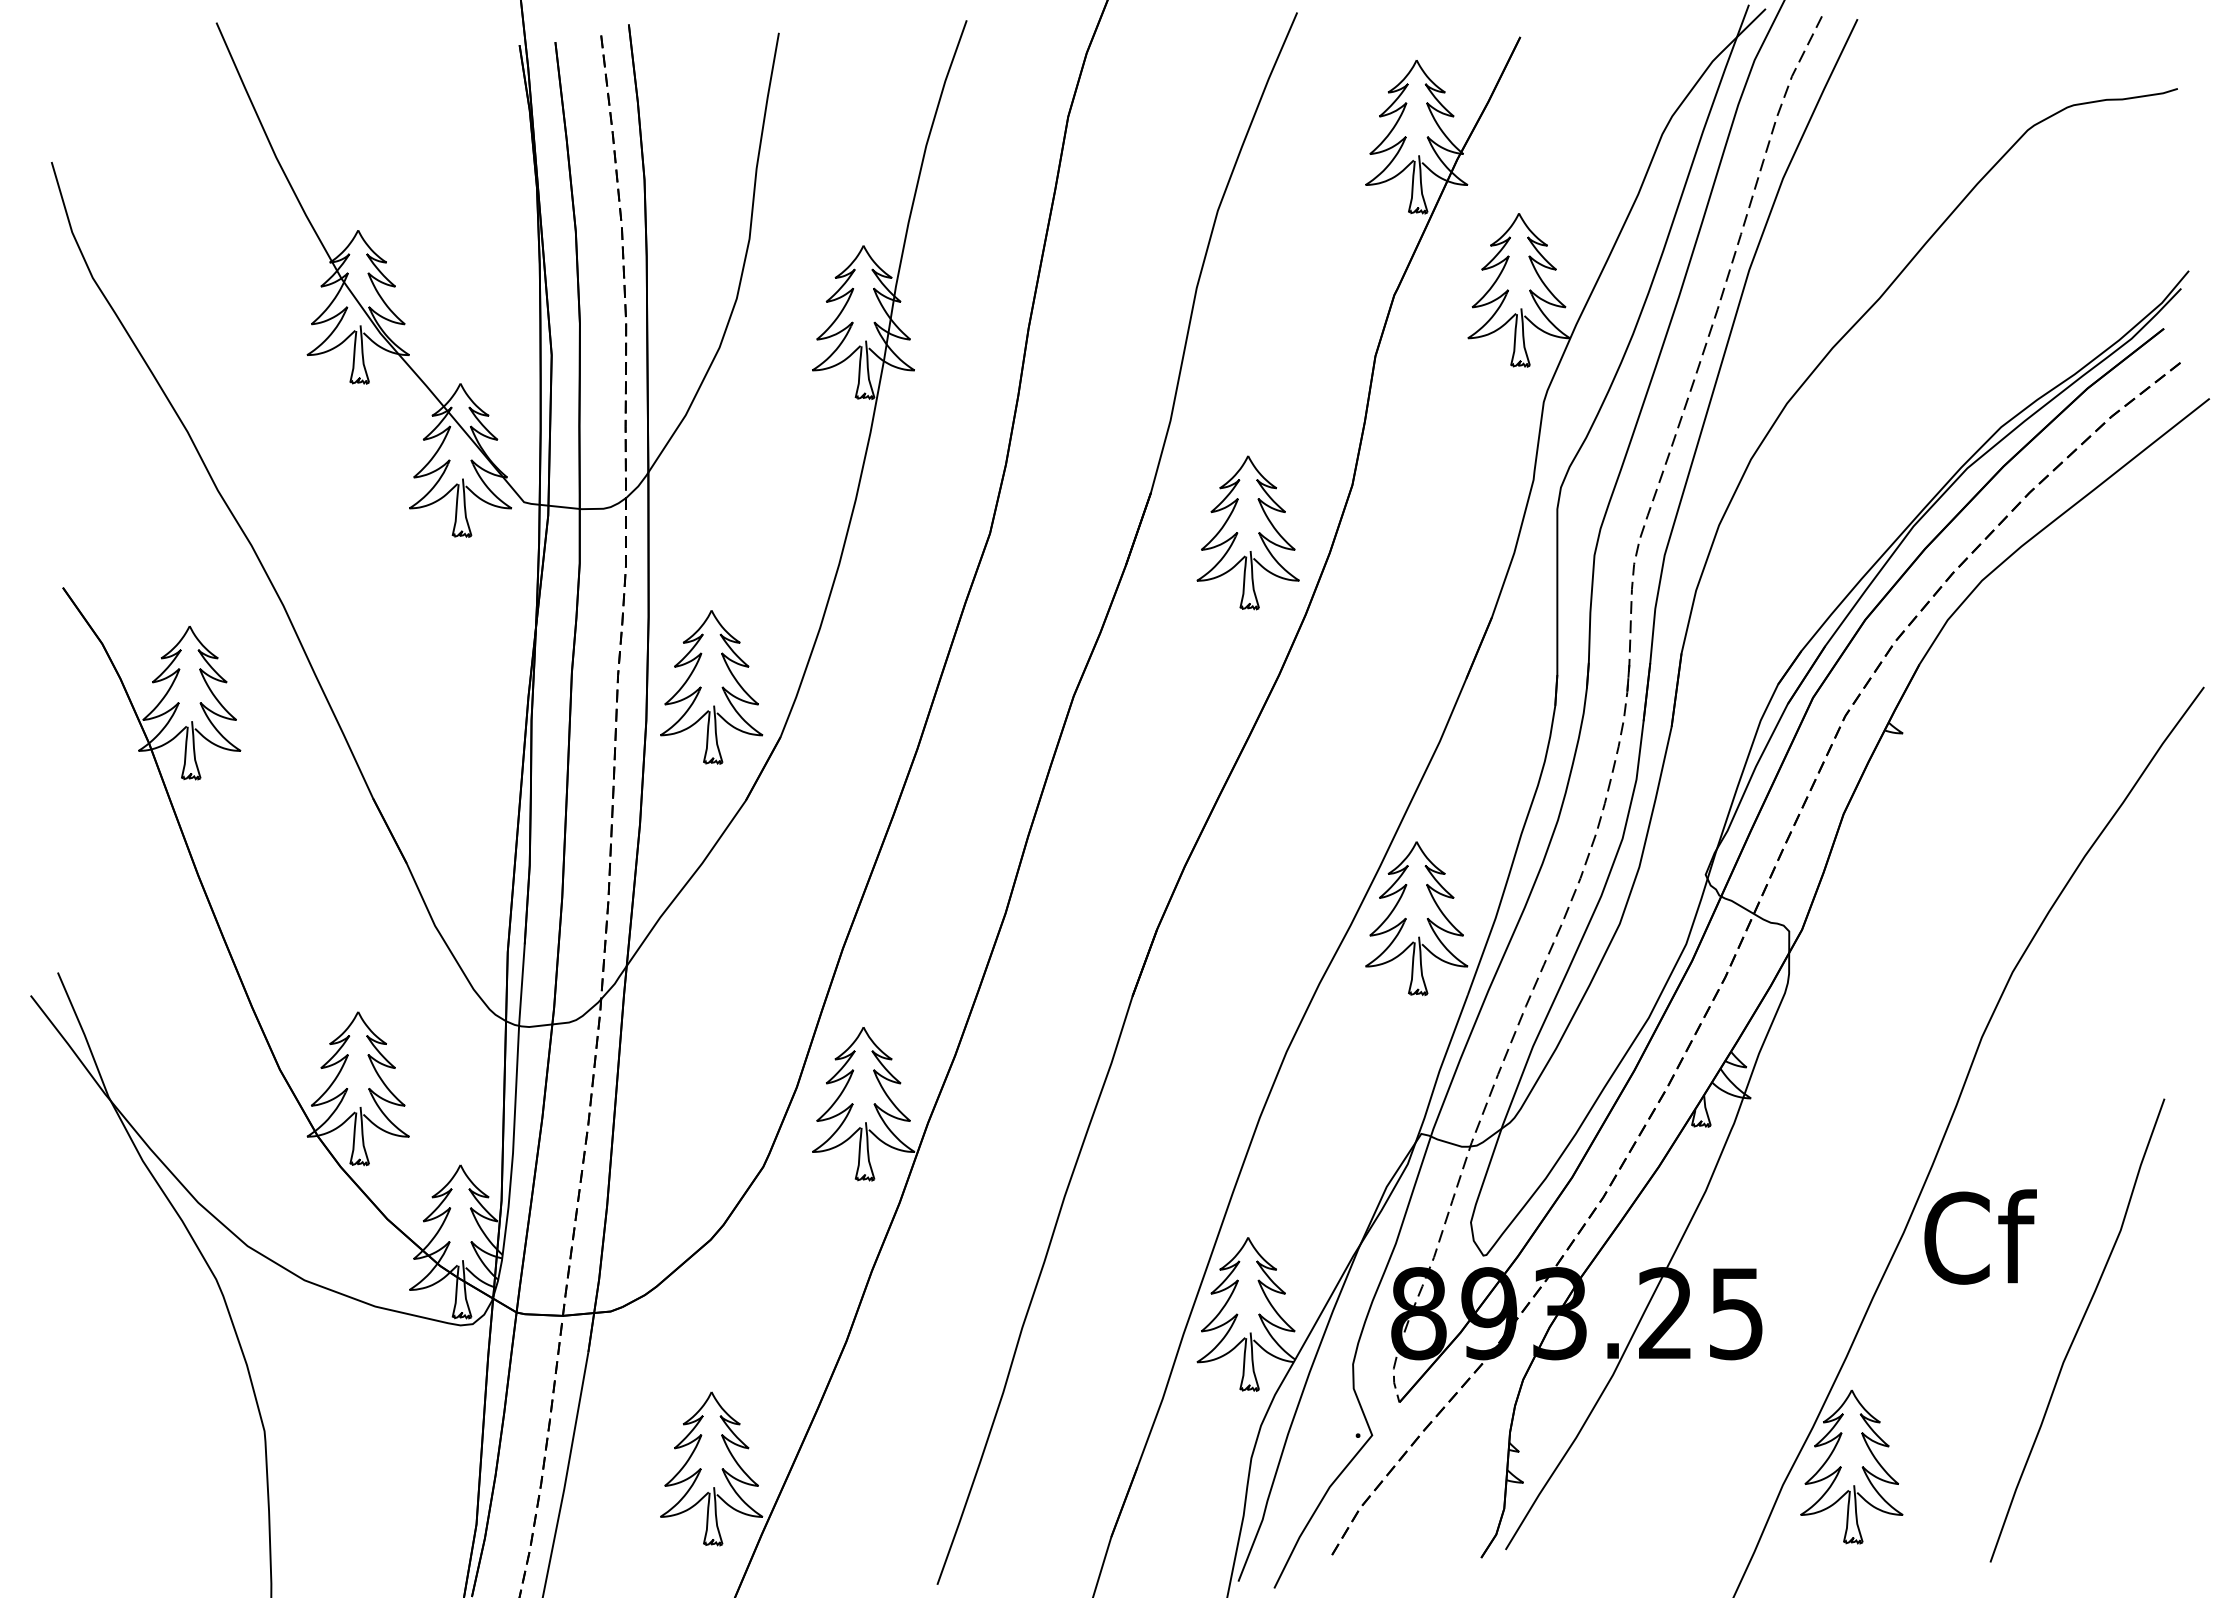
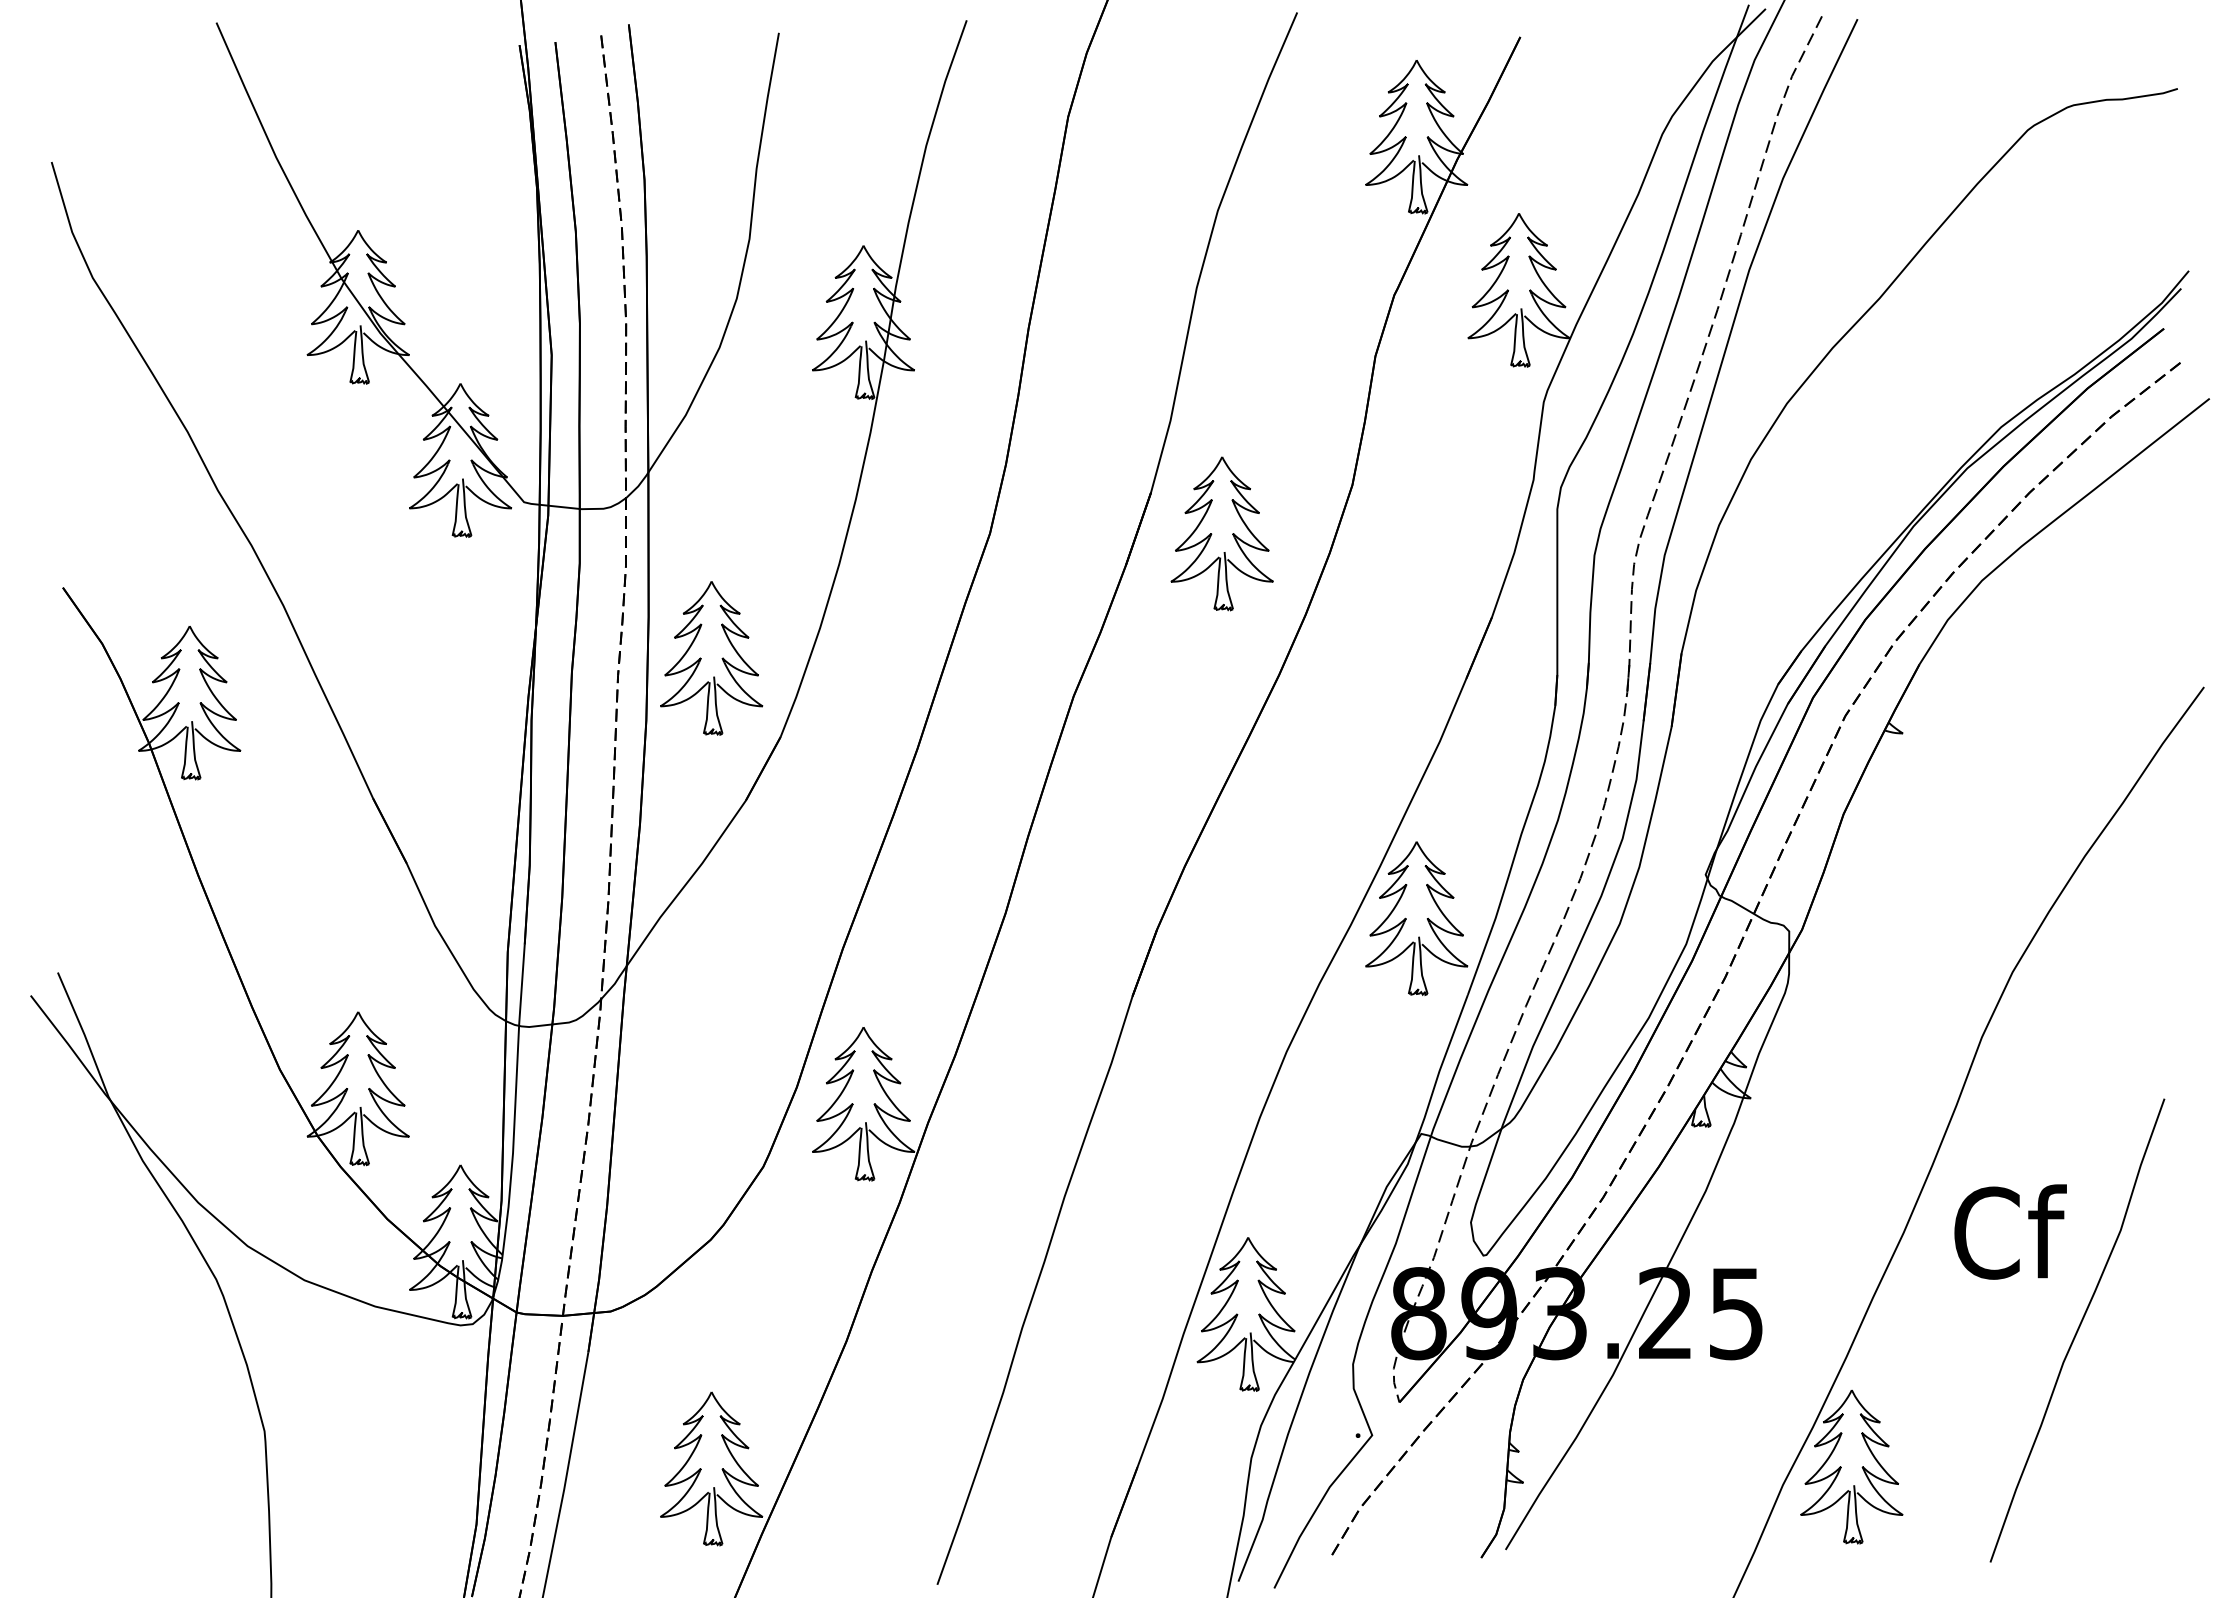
part at (1247, 532) position: (1247, 532) -> (1221, 533)
part at (711, 687) position: (711, 687) -> (711, 658)
text at (1980, 1236) position: (1980, 1236) -> (2010, 1231)
